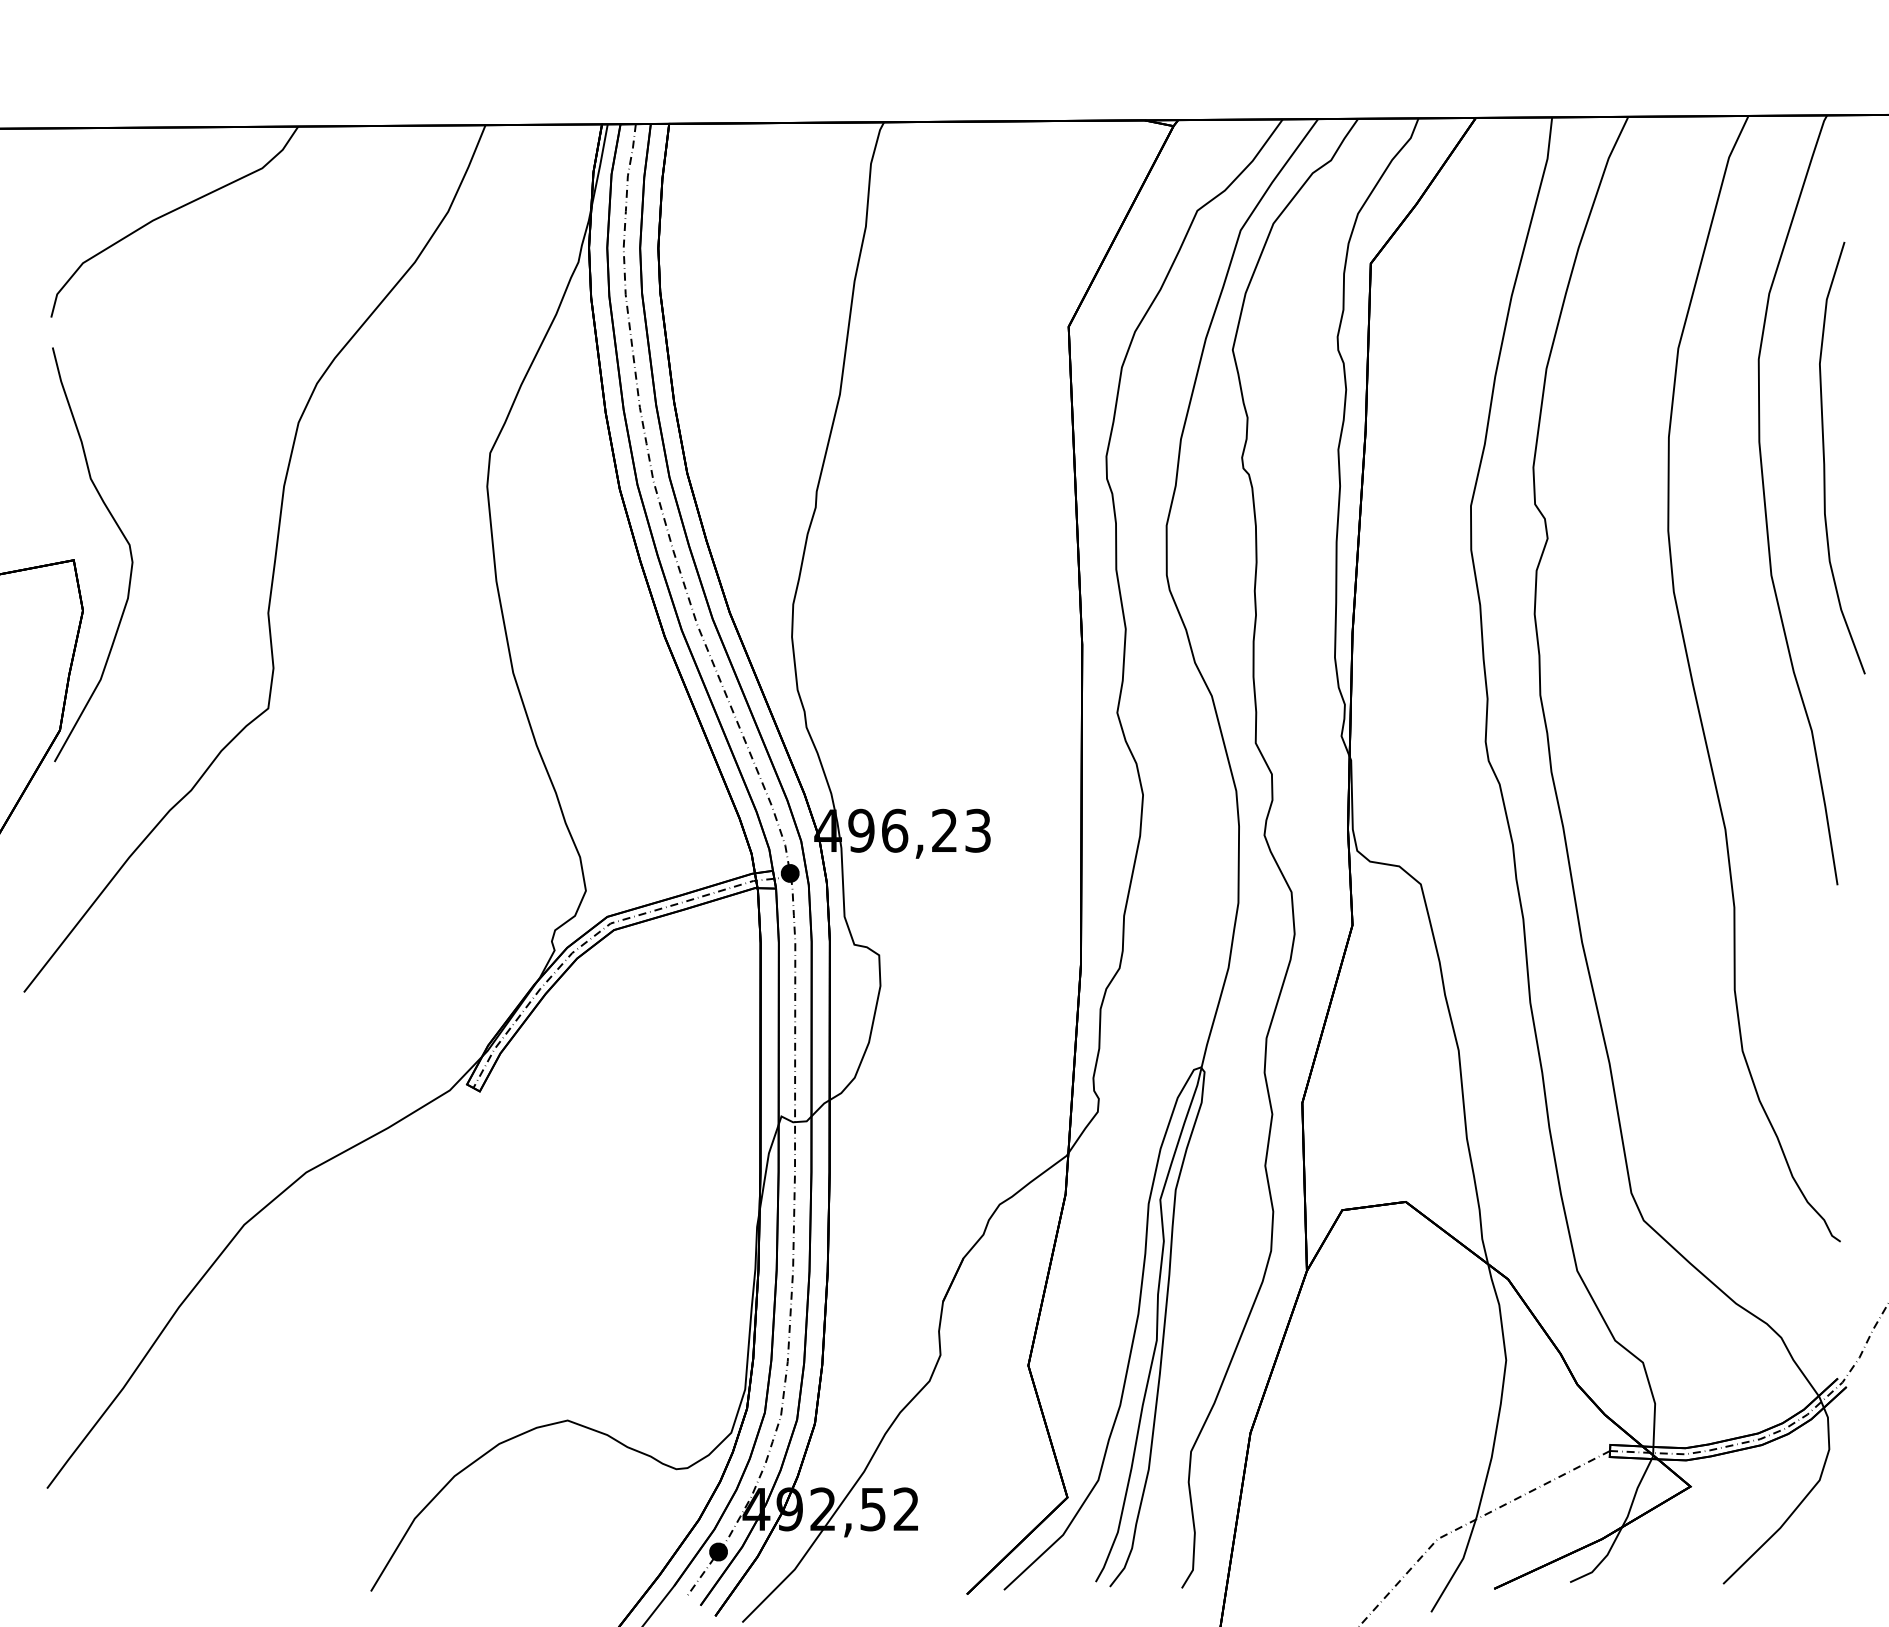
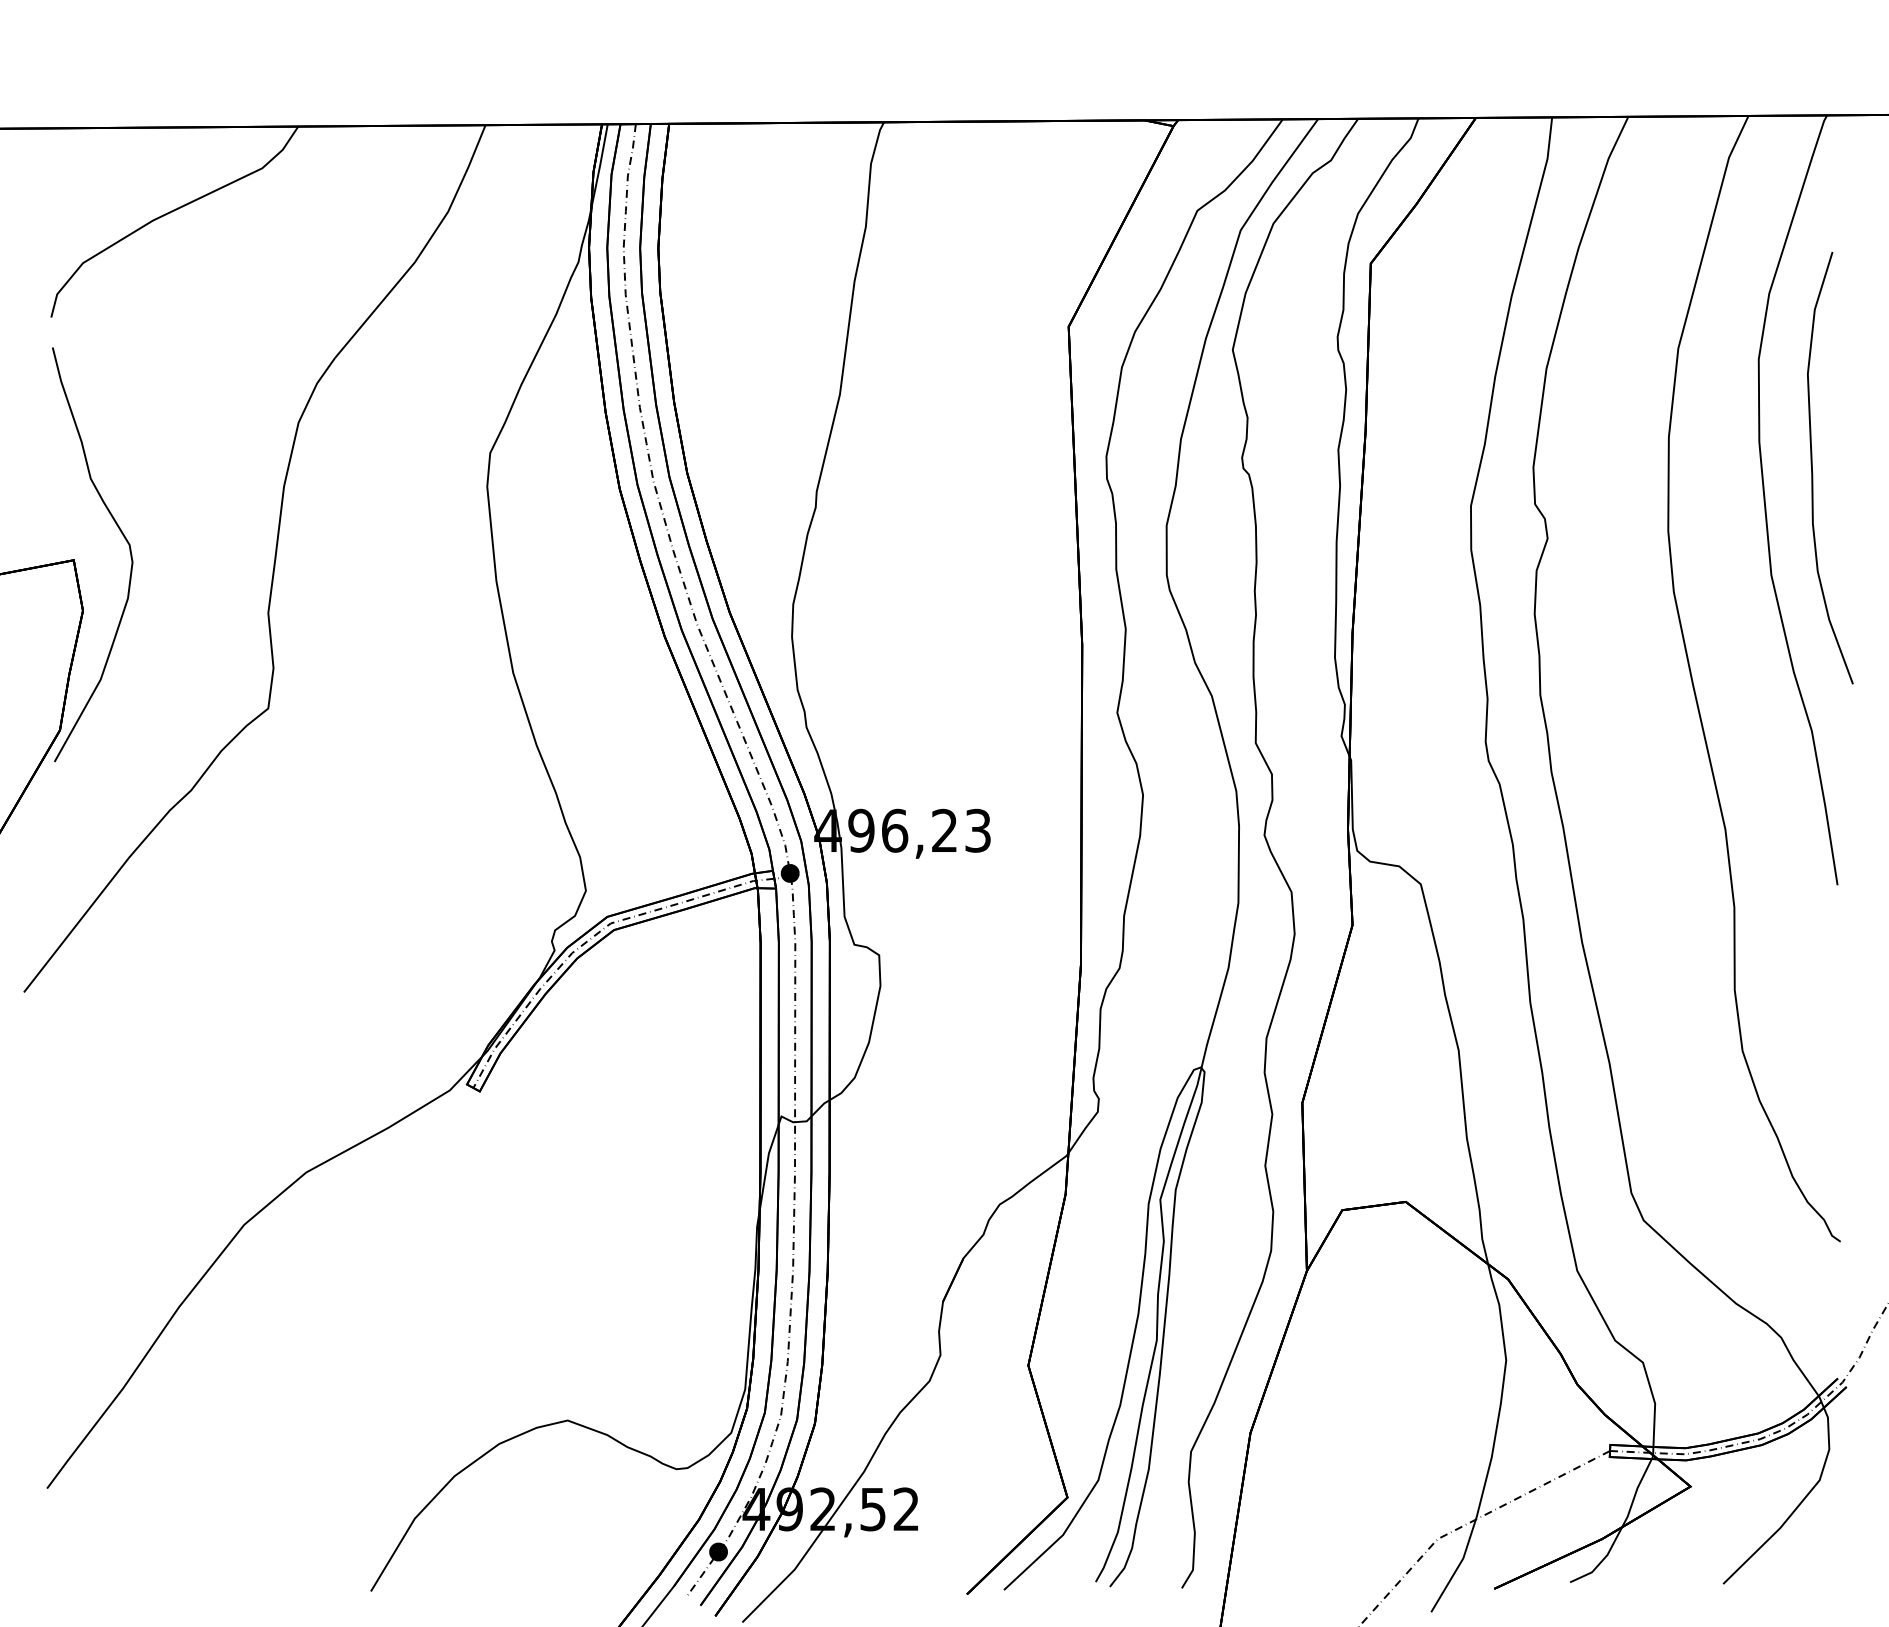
curve at (1825, 463) position: (1825, 463) -> (1813, 473)
